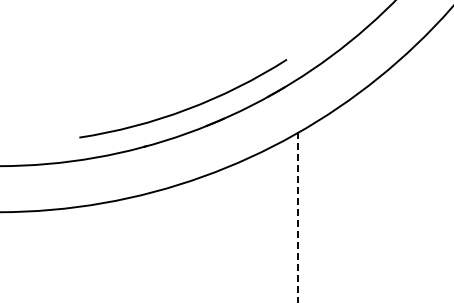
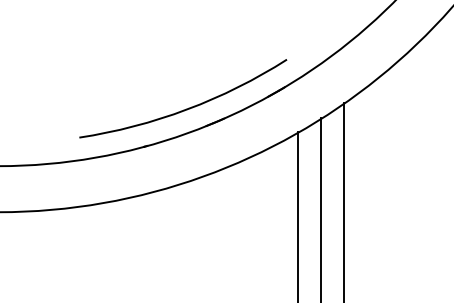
line at (344, 201): none -> present
line at (321, 208): none -> present
line at (298, 217): dashed -> solid
